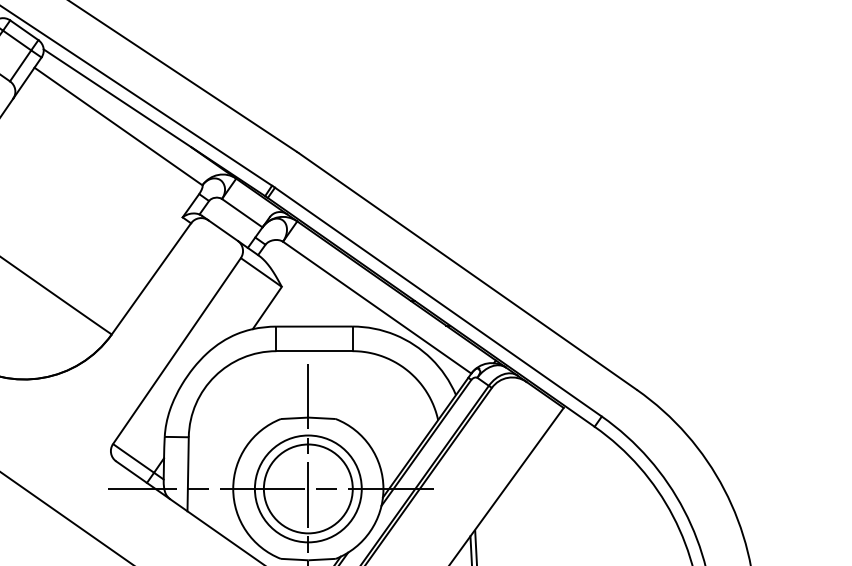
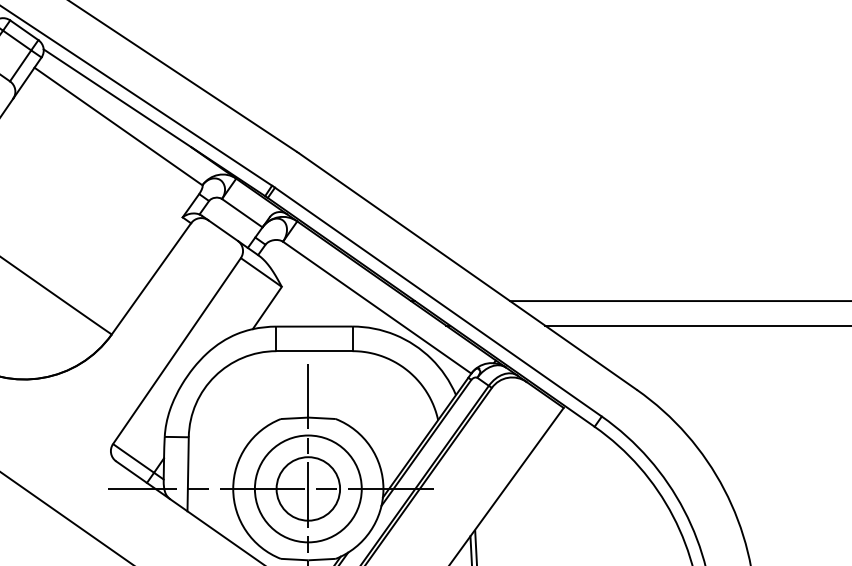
line at (679, 301): none -> present
line at (696, 325): none -> present
circle at (307, 488) diameter: 89 px -> 63 px
